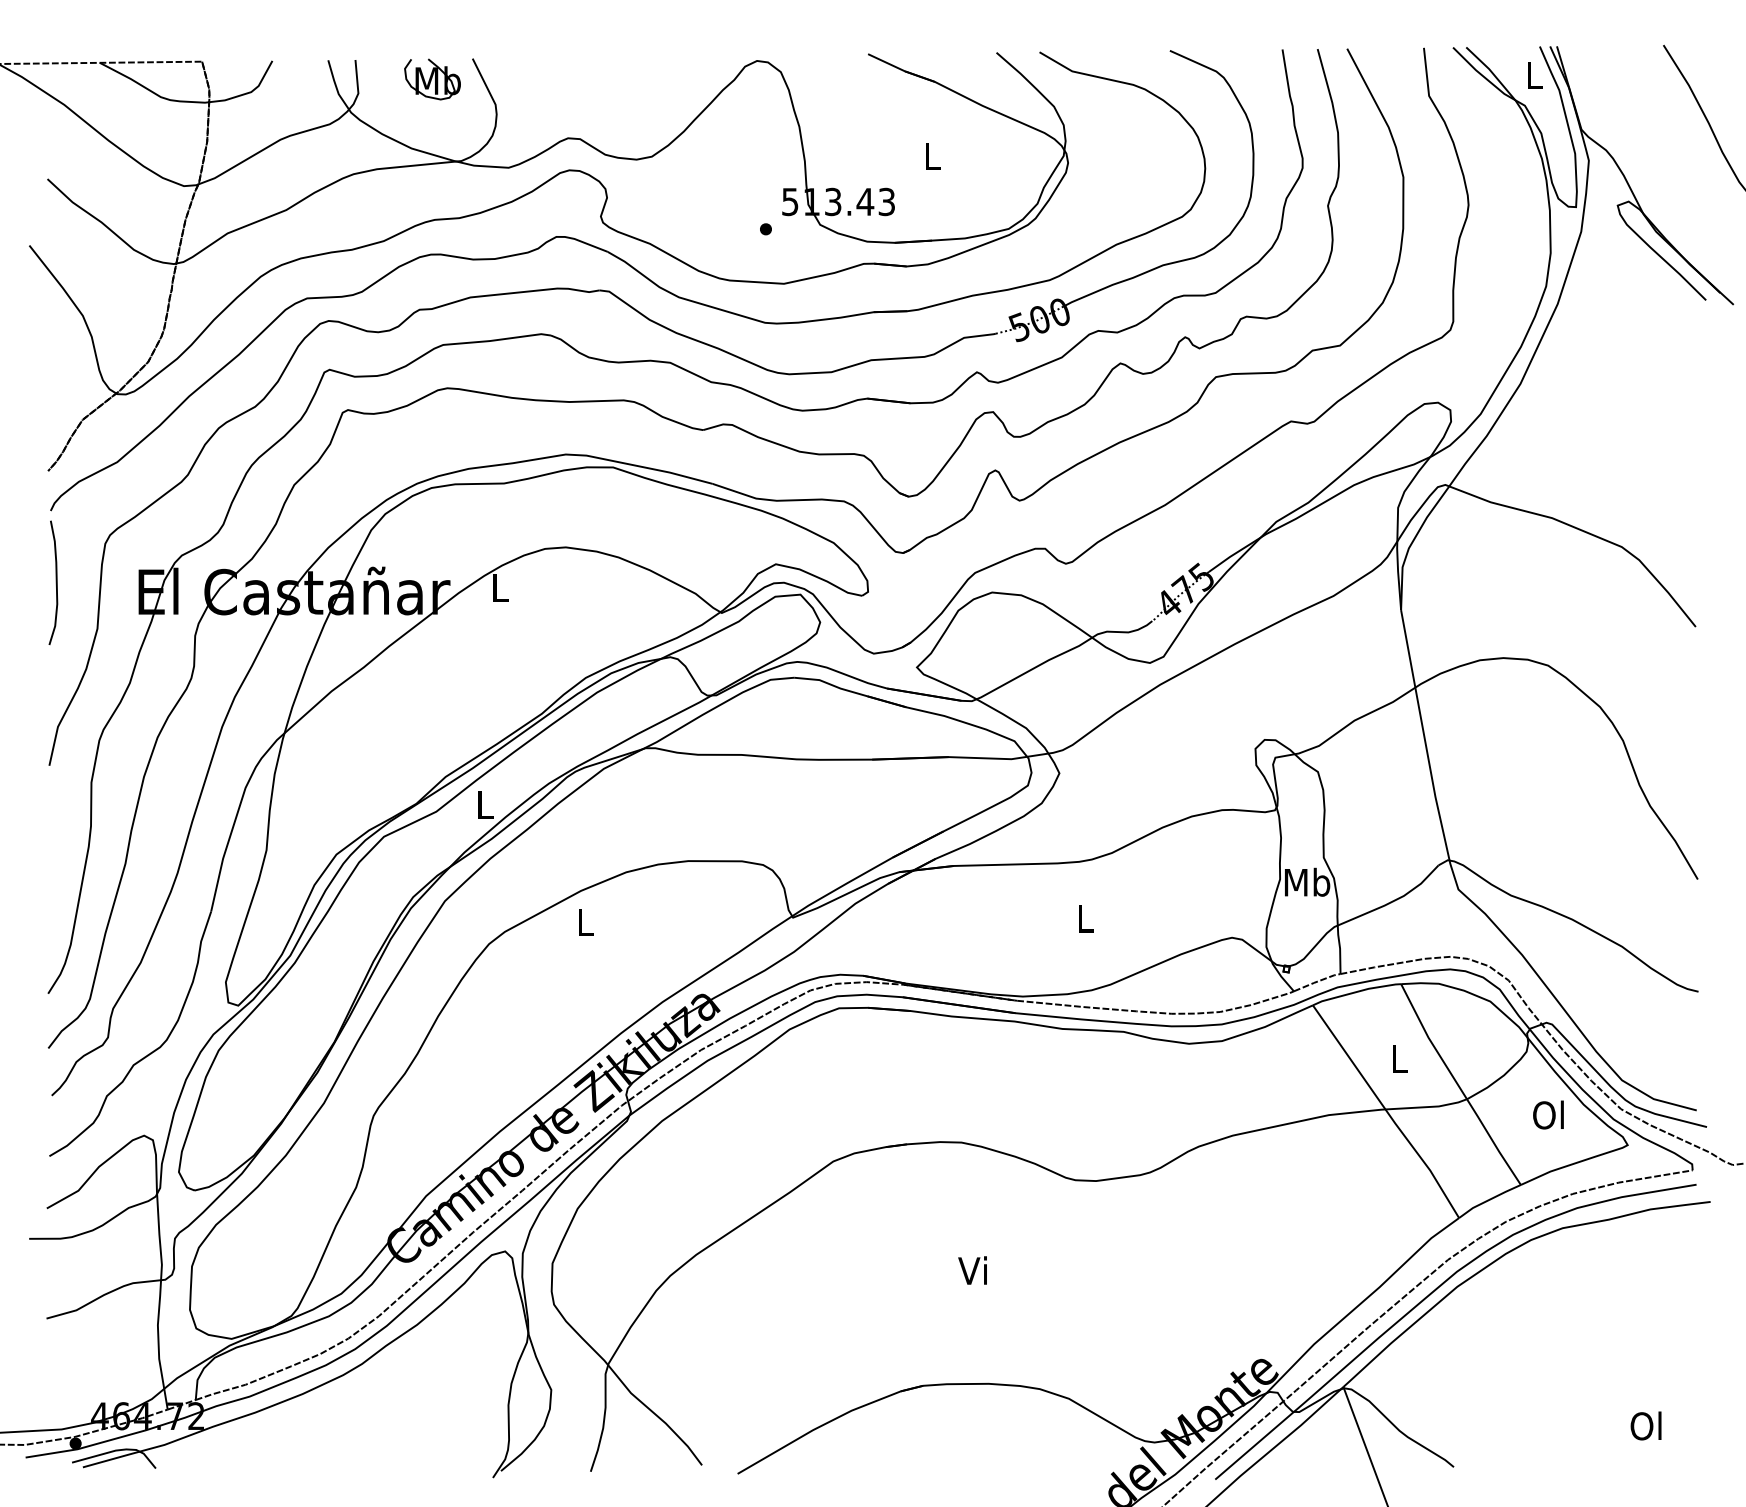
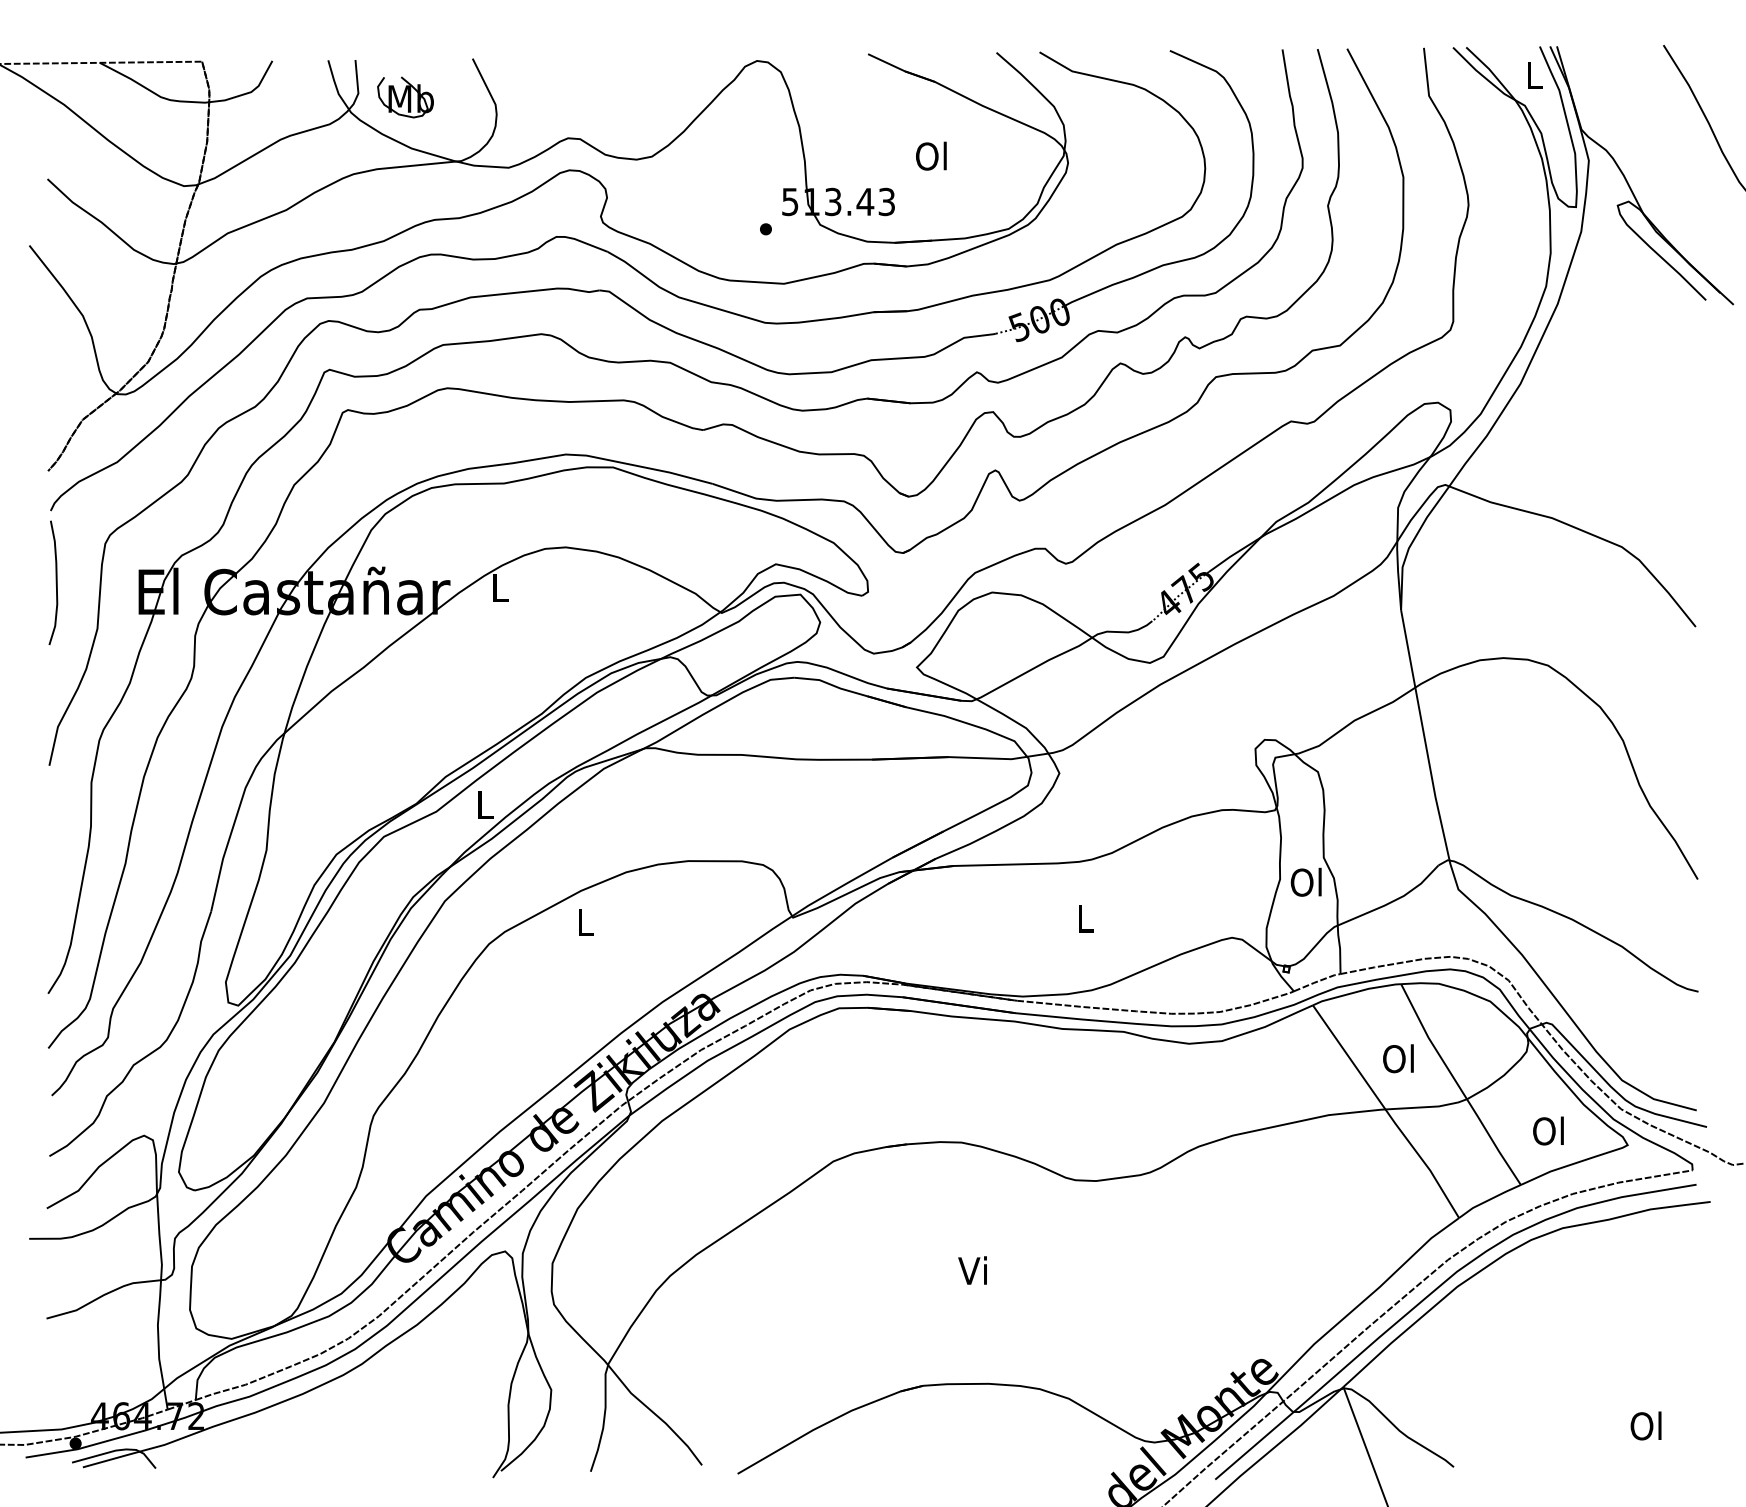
part at (432, 79) position: (432, 79) -> (405, 97)
text at (931, 155): L -> Ol
text at (1307, 881): Mb -> Ol
text at (1398, 1058): L -> Ol
text at (1548, 1114) position: (1548, 1114) -> (1548, 1130)
